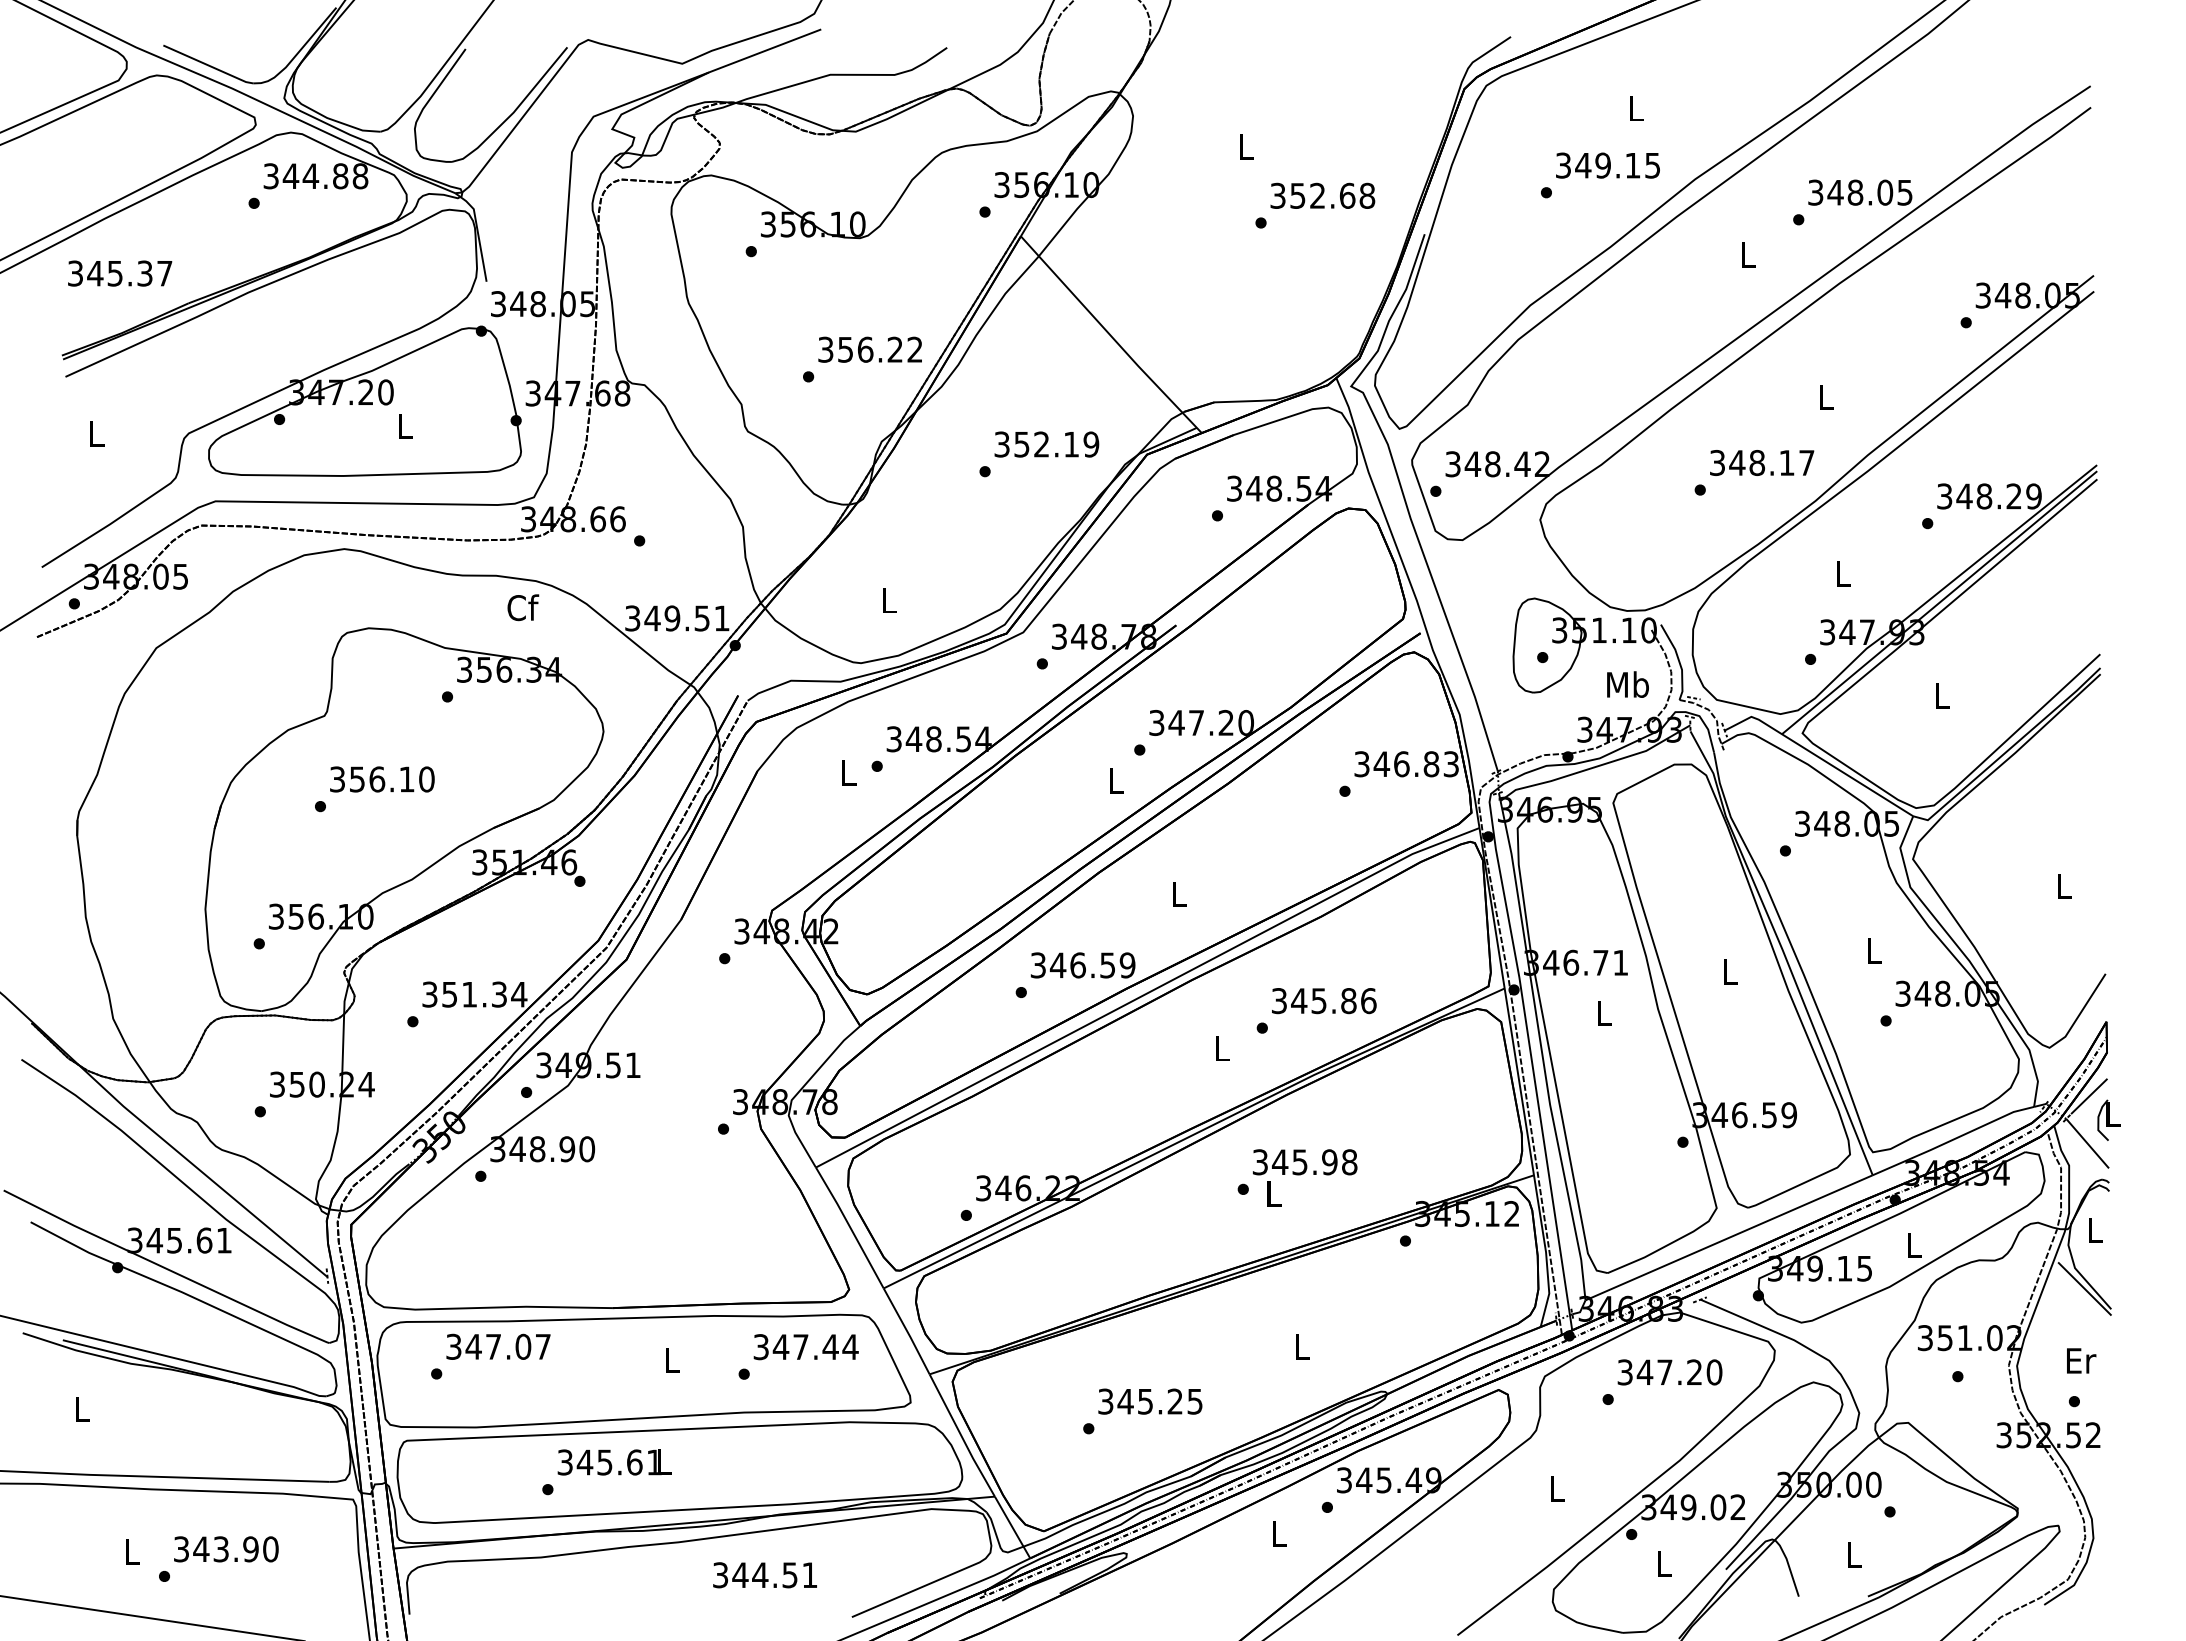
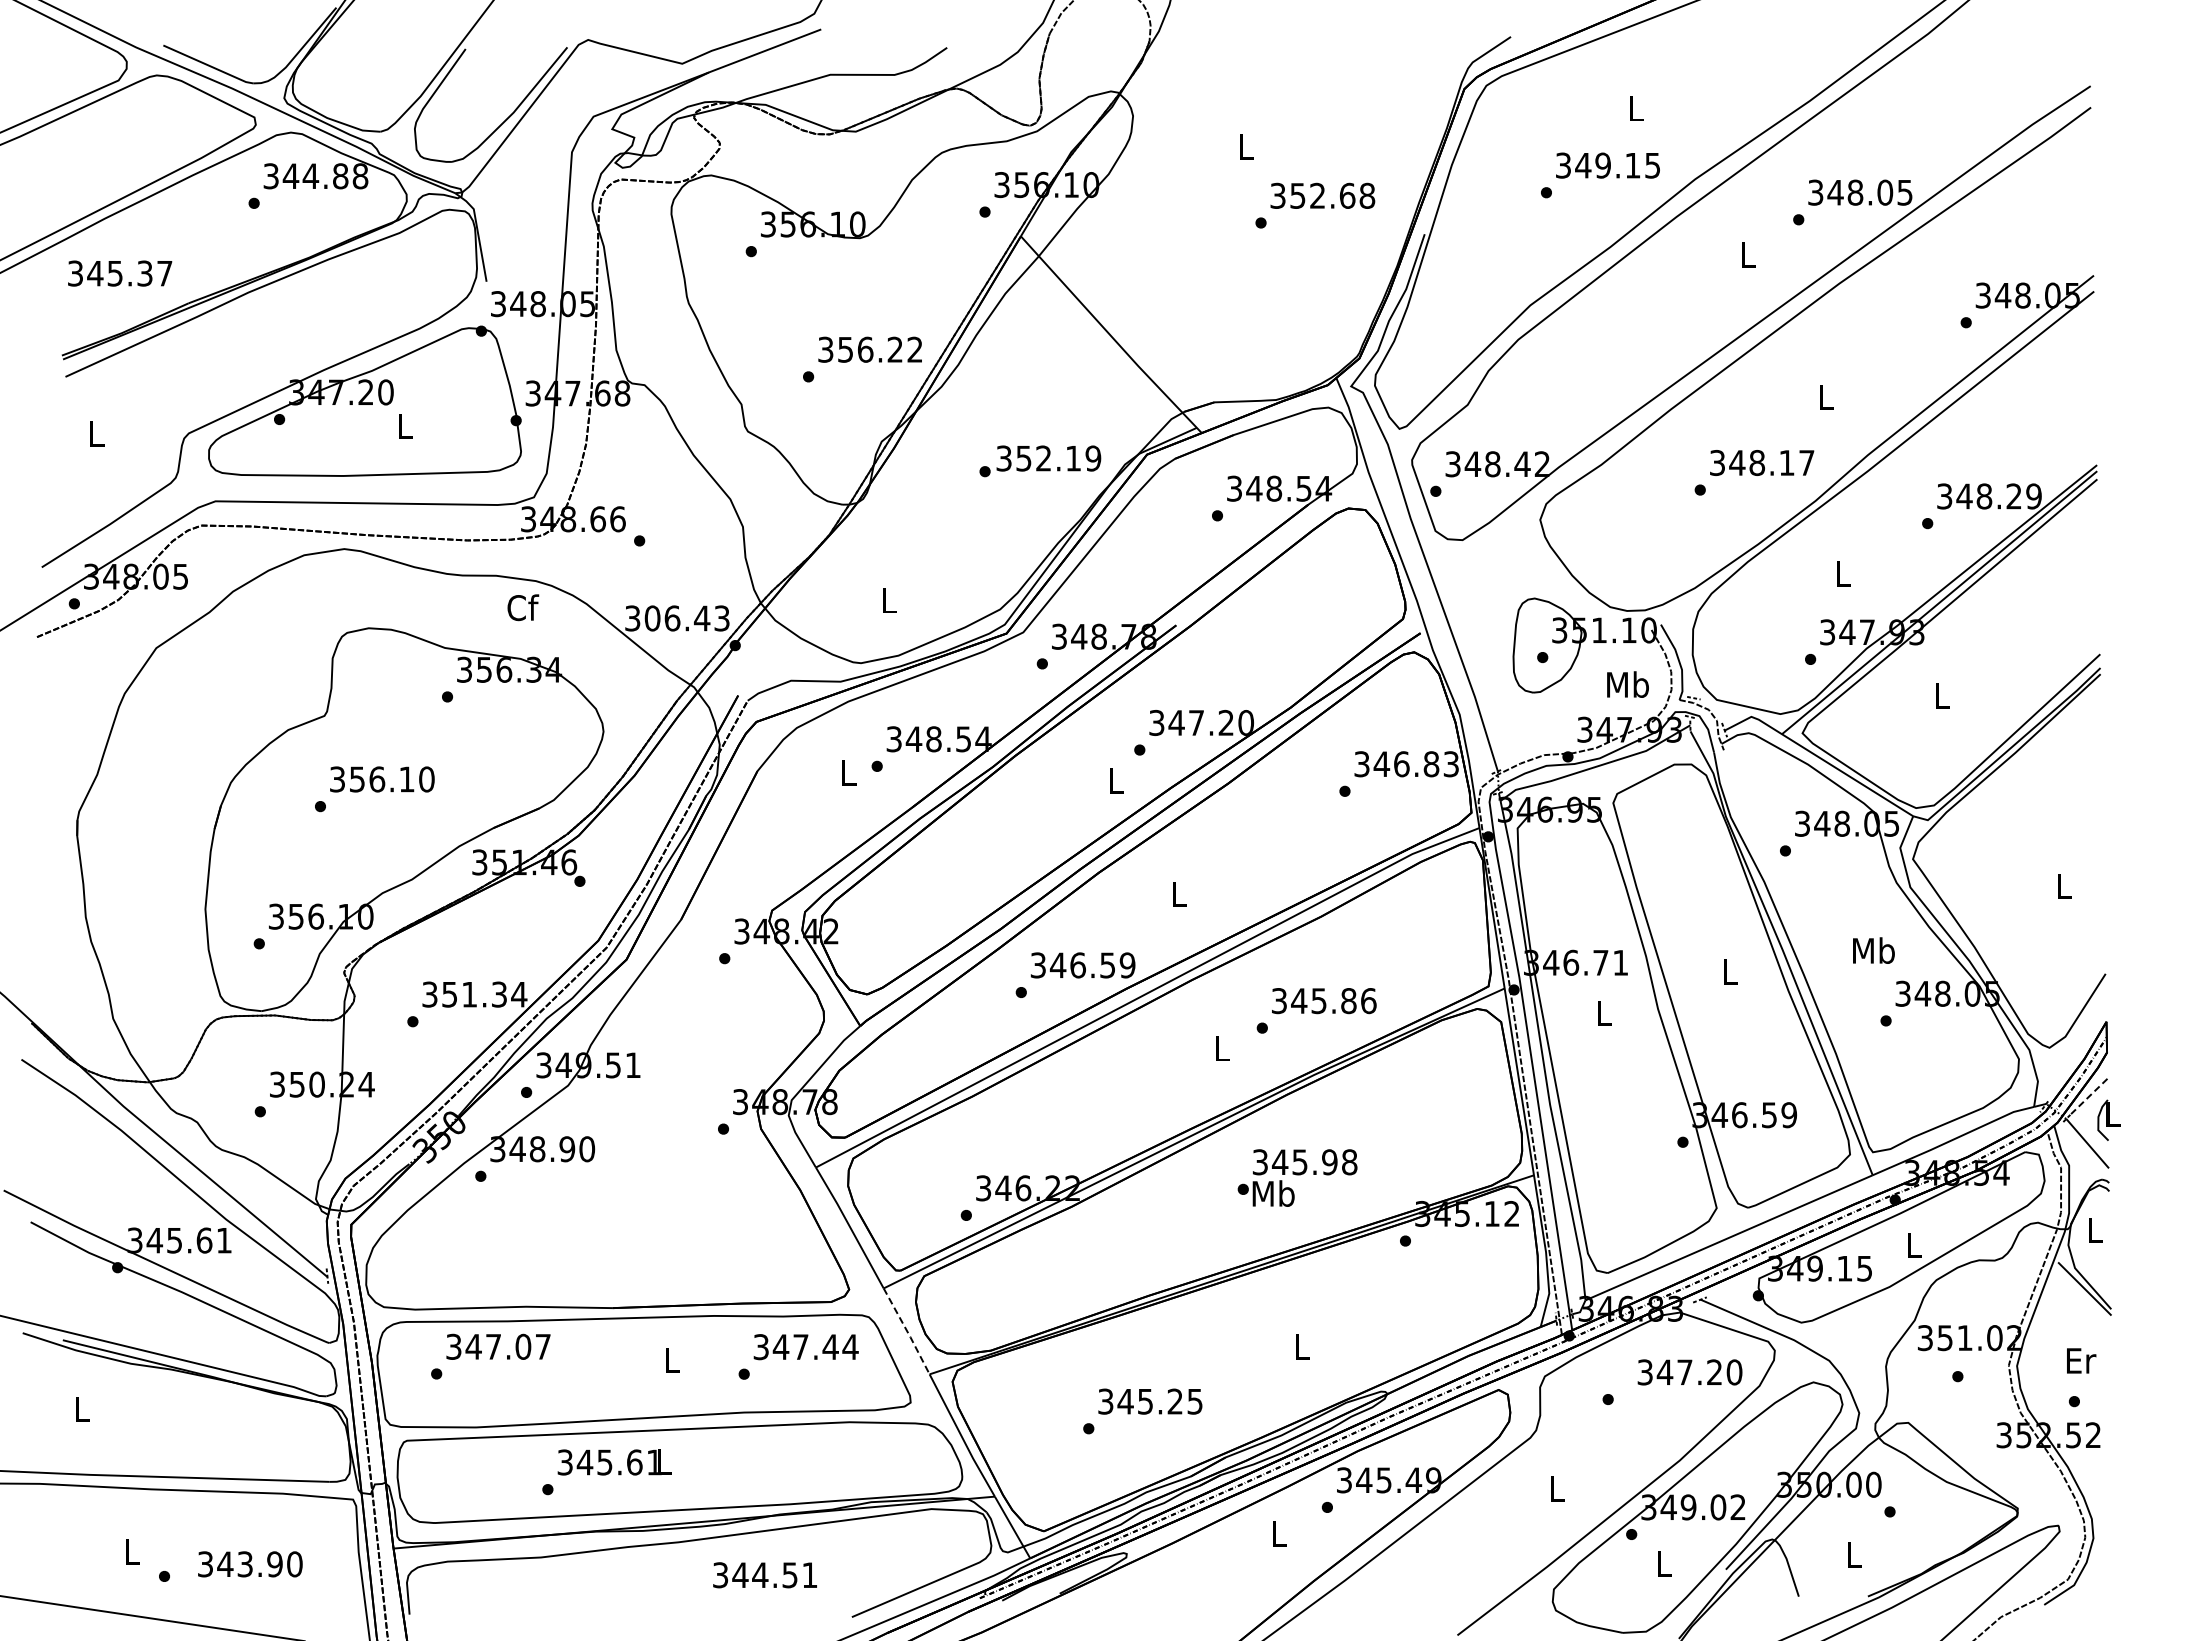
text at (1046, 444) position: (1046, 444) -> (1048, 458)
text at (686, 618): 349.51 -> 306.43
text at (1873, 950): L -> Mb
line at (2088, 1096): solid -> dashed
text at (1273, 1193): L -> Mb
line at (907, 1332): solid -> dashed
text at (1669, 1372) position: (1669, 1372) -> (1689, 1372)
text at (226, 1549) position: (226, 1549) -> (250, 1564)
